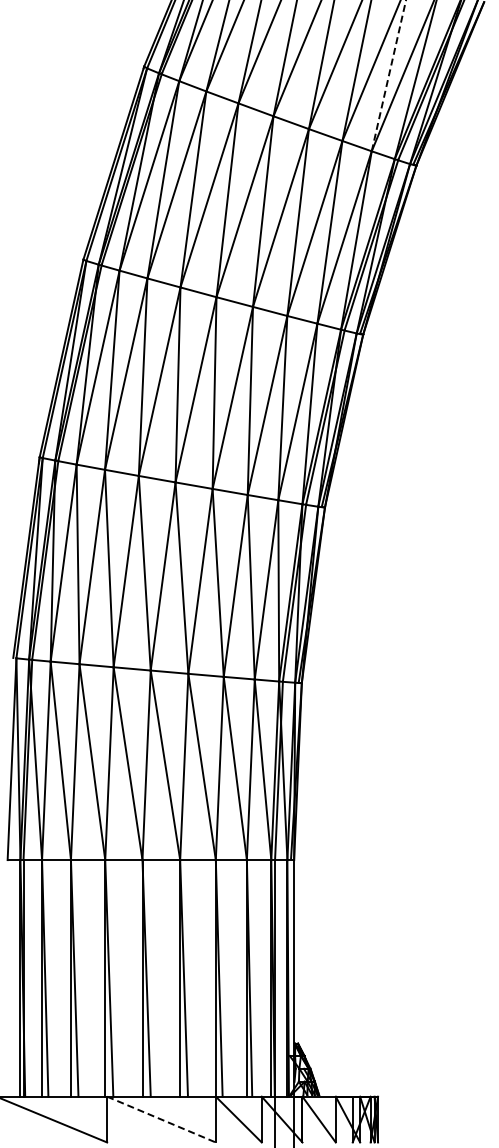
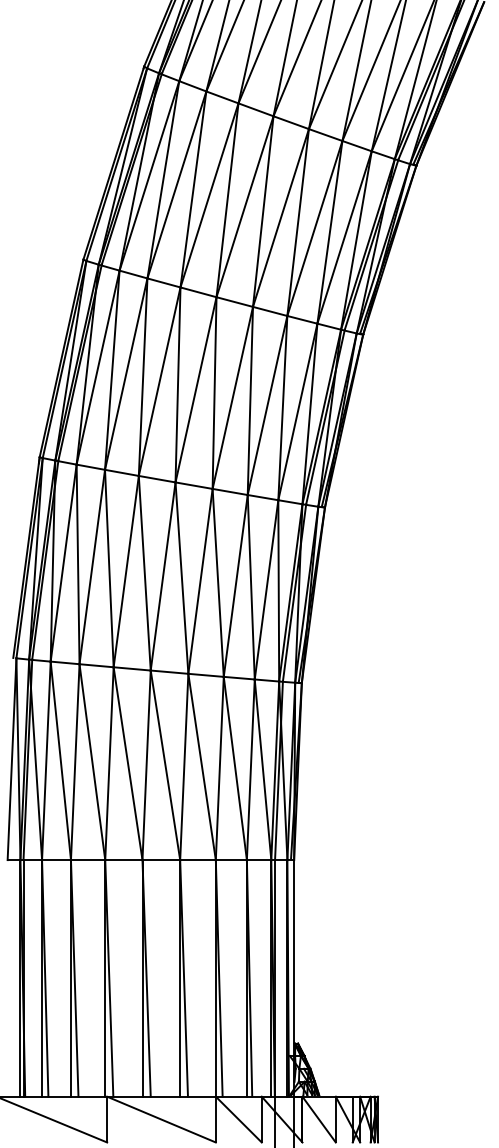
line at (388, 75): dashed -> solid
line at (161, 1119): dashed -> solid
